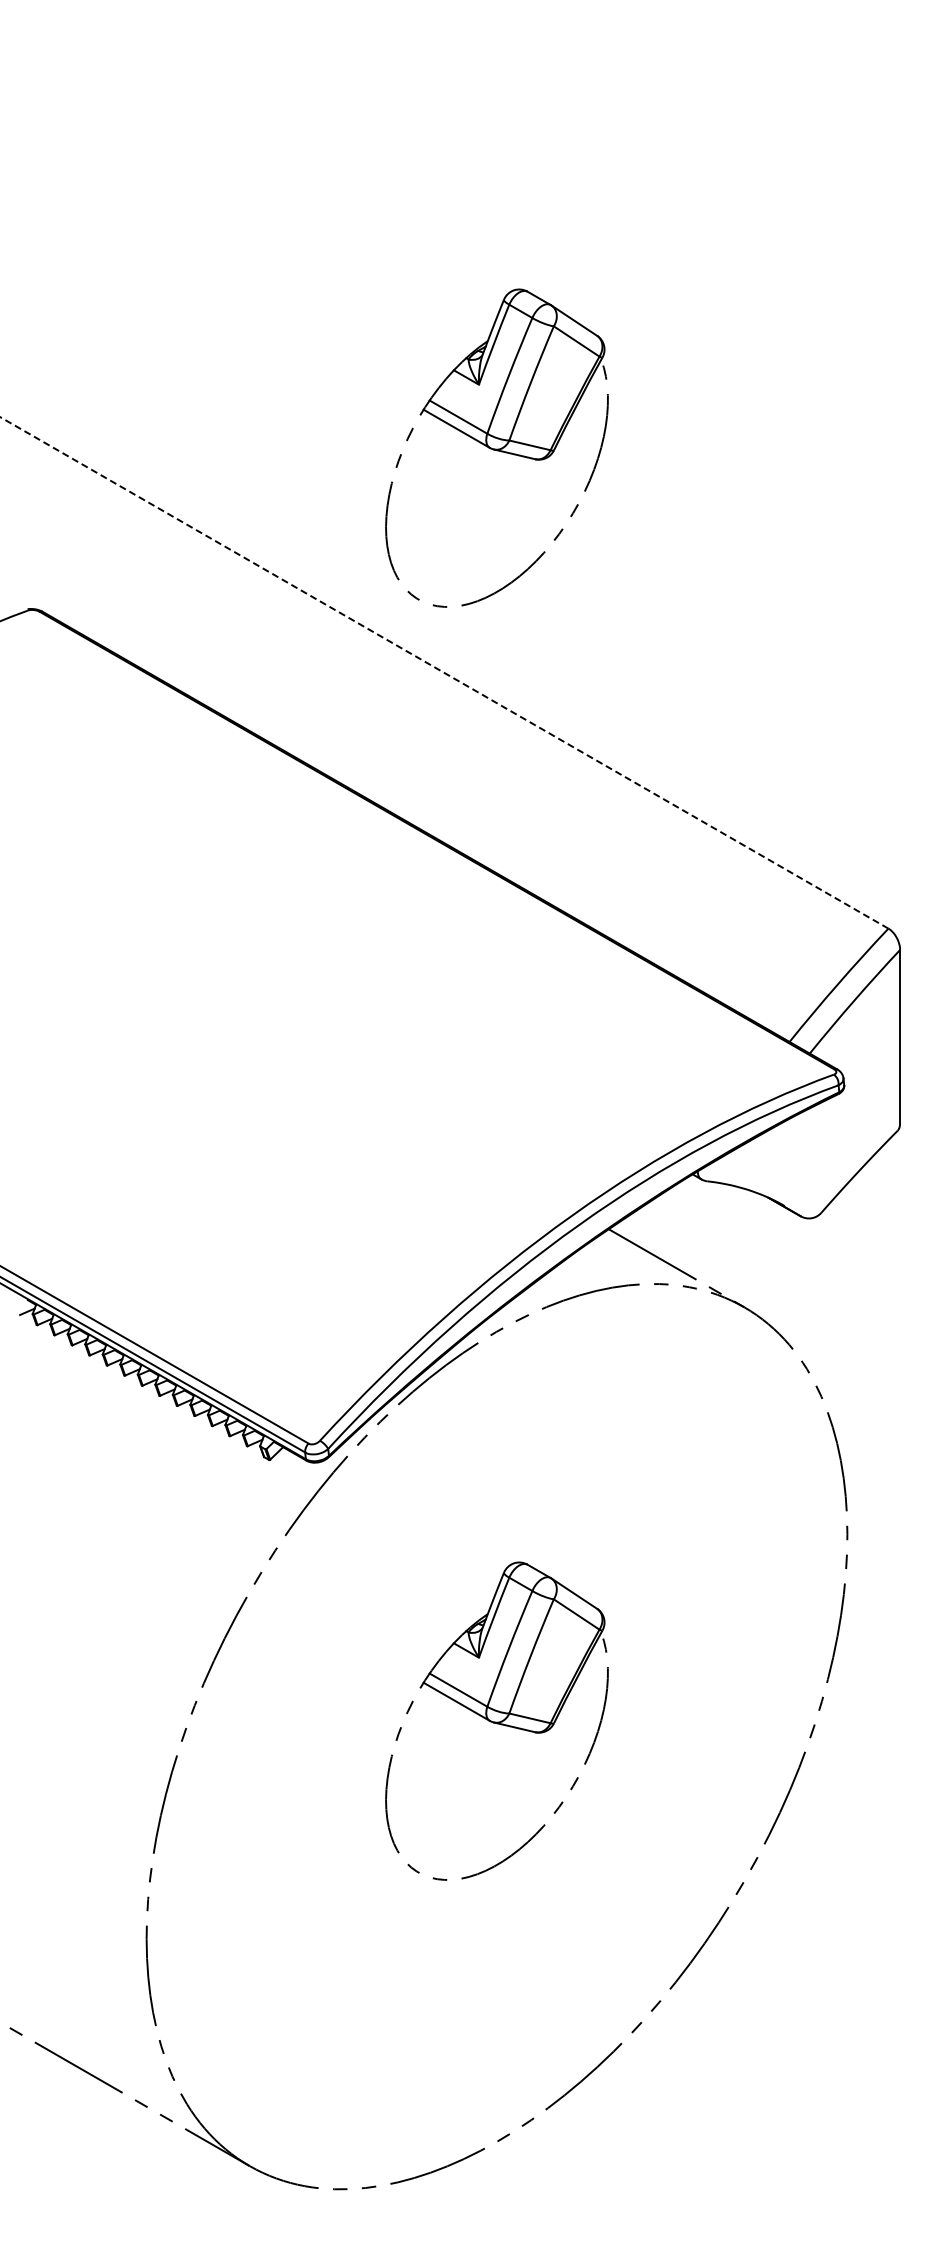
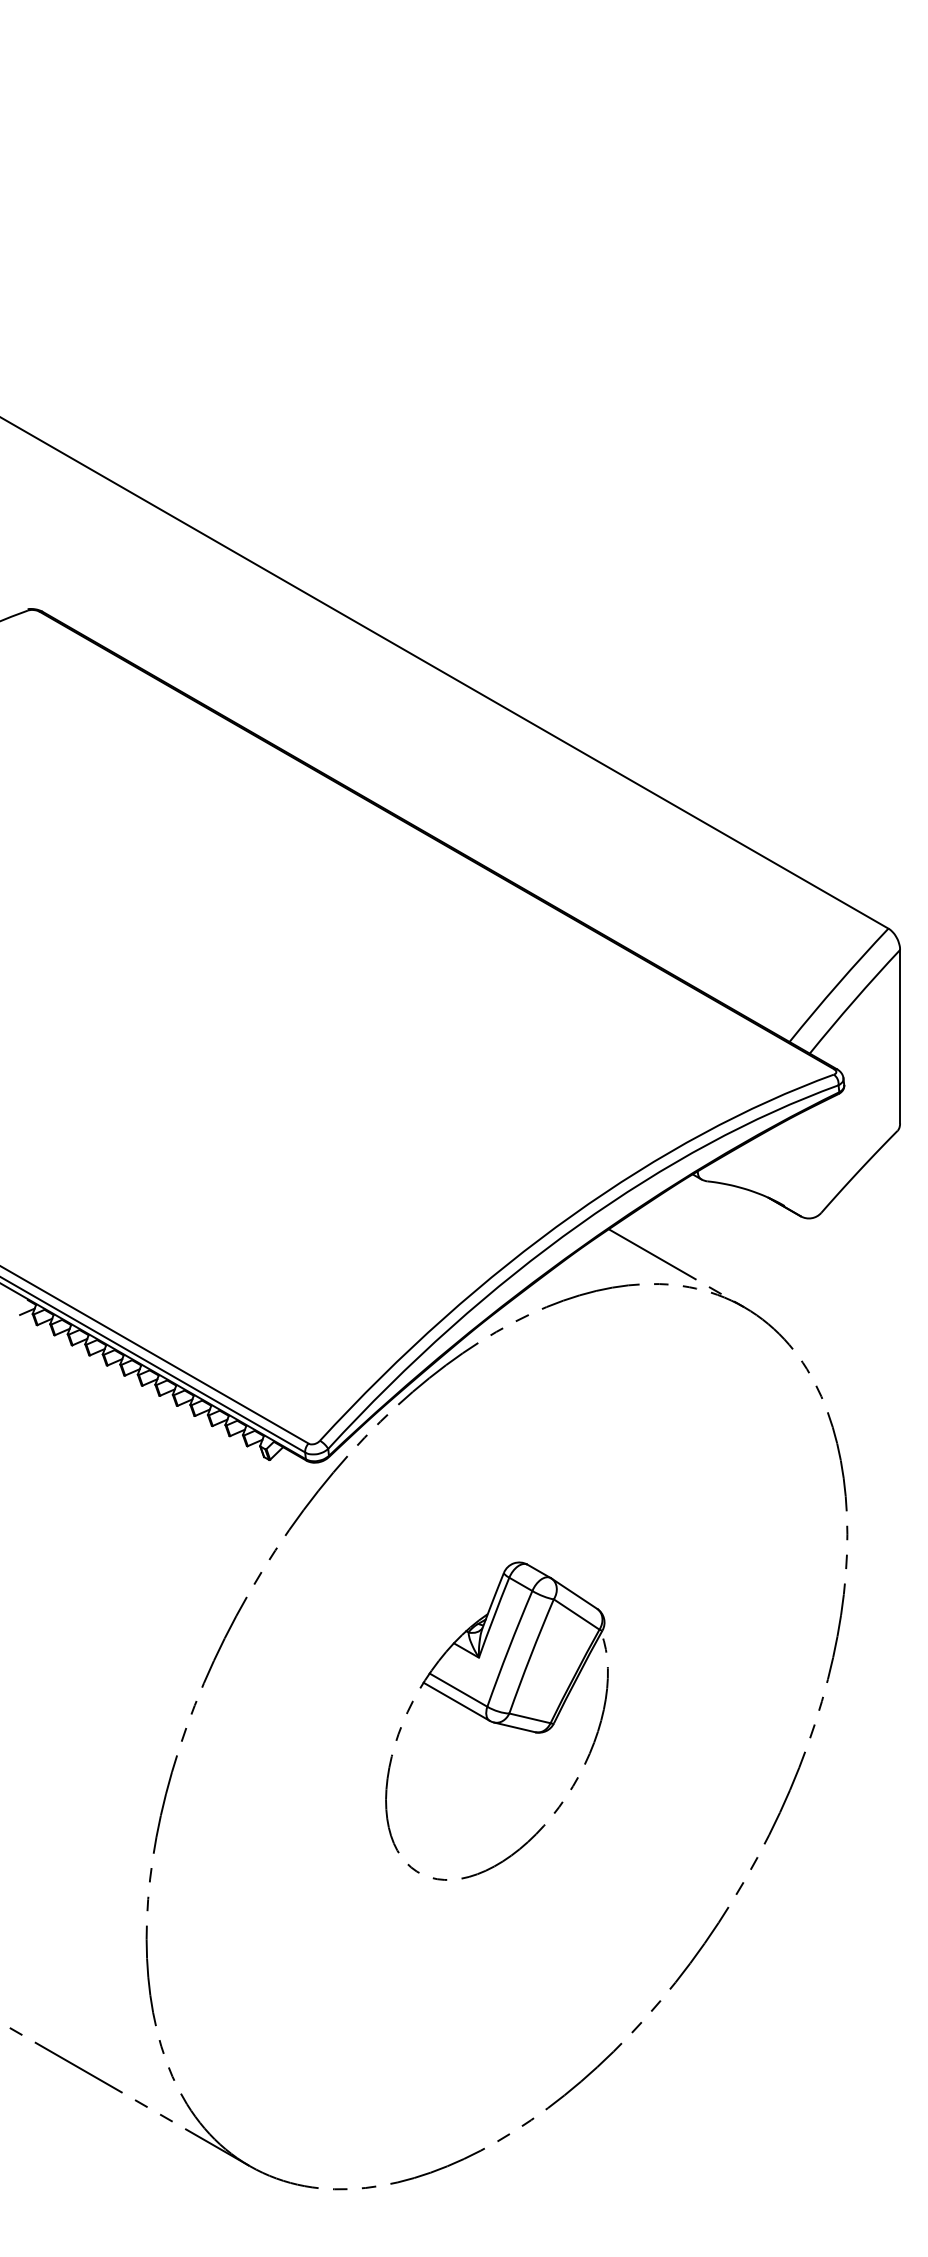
part at (496, 447): present -> none
line at (444, 672): dashed -> solid
